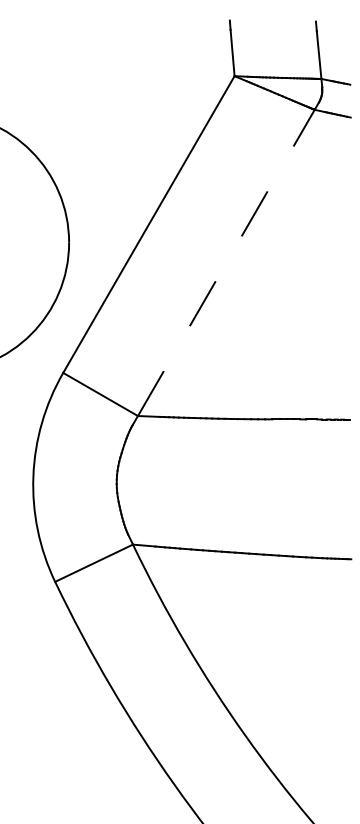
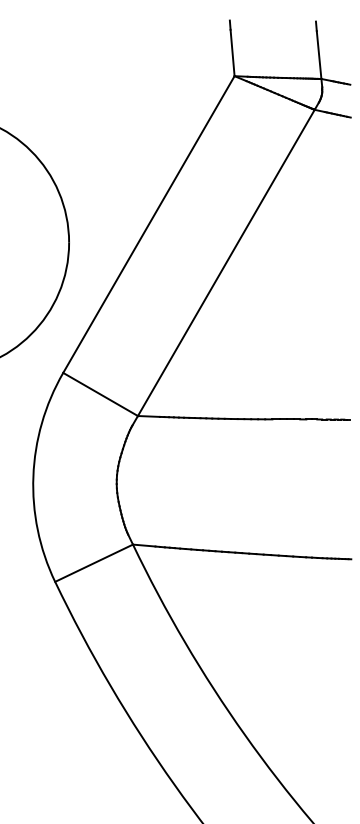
line at (226, 262): dashed -> solid
